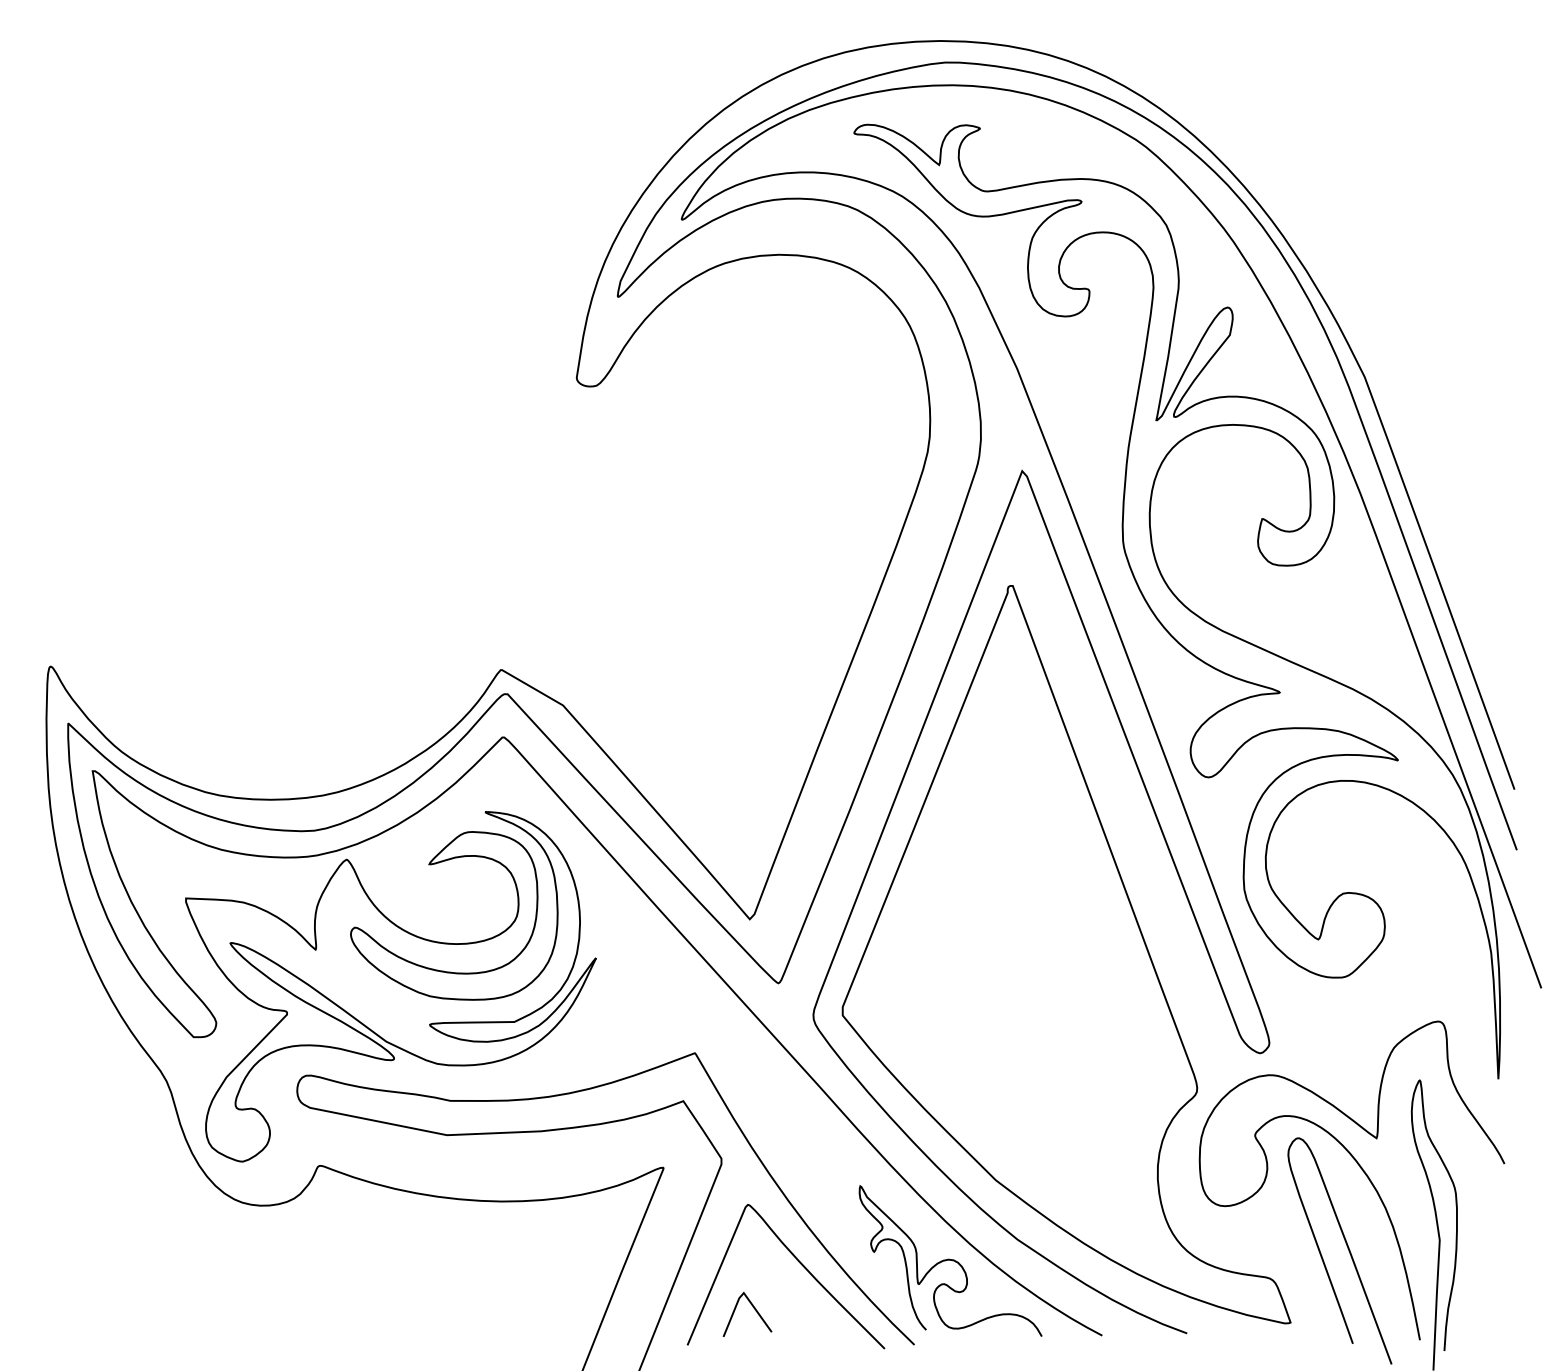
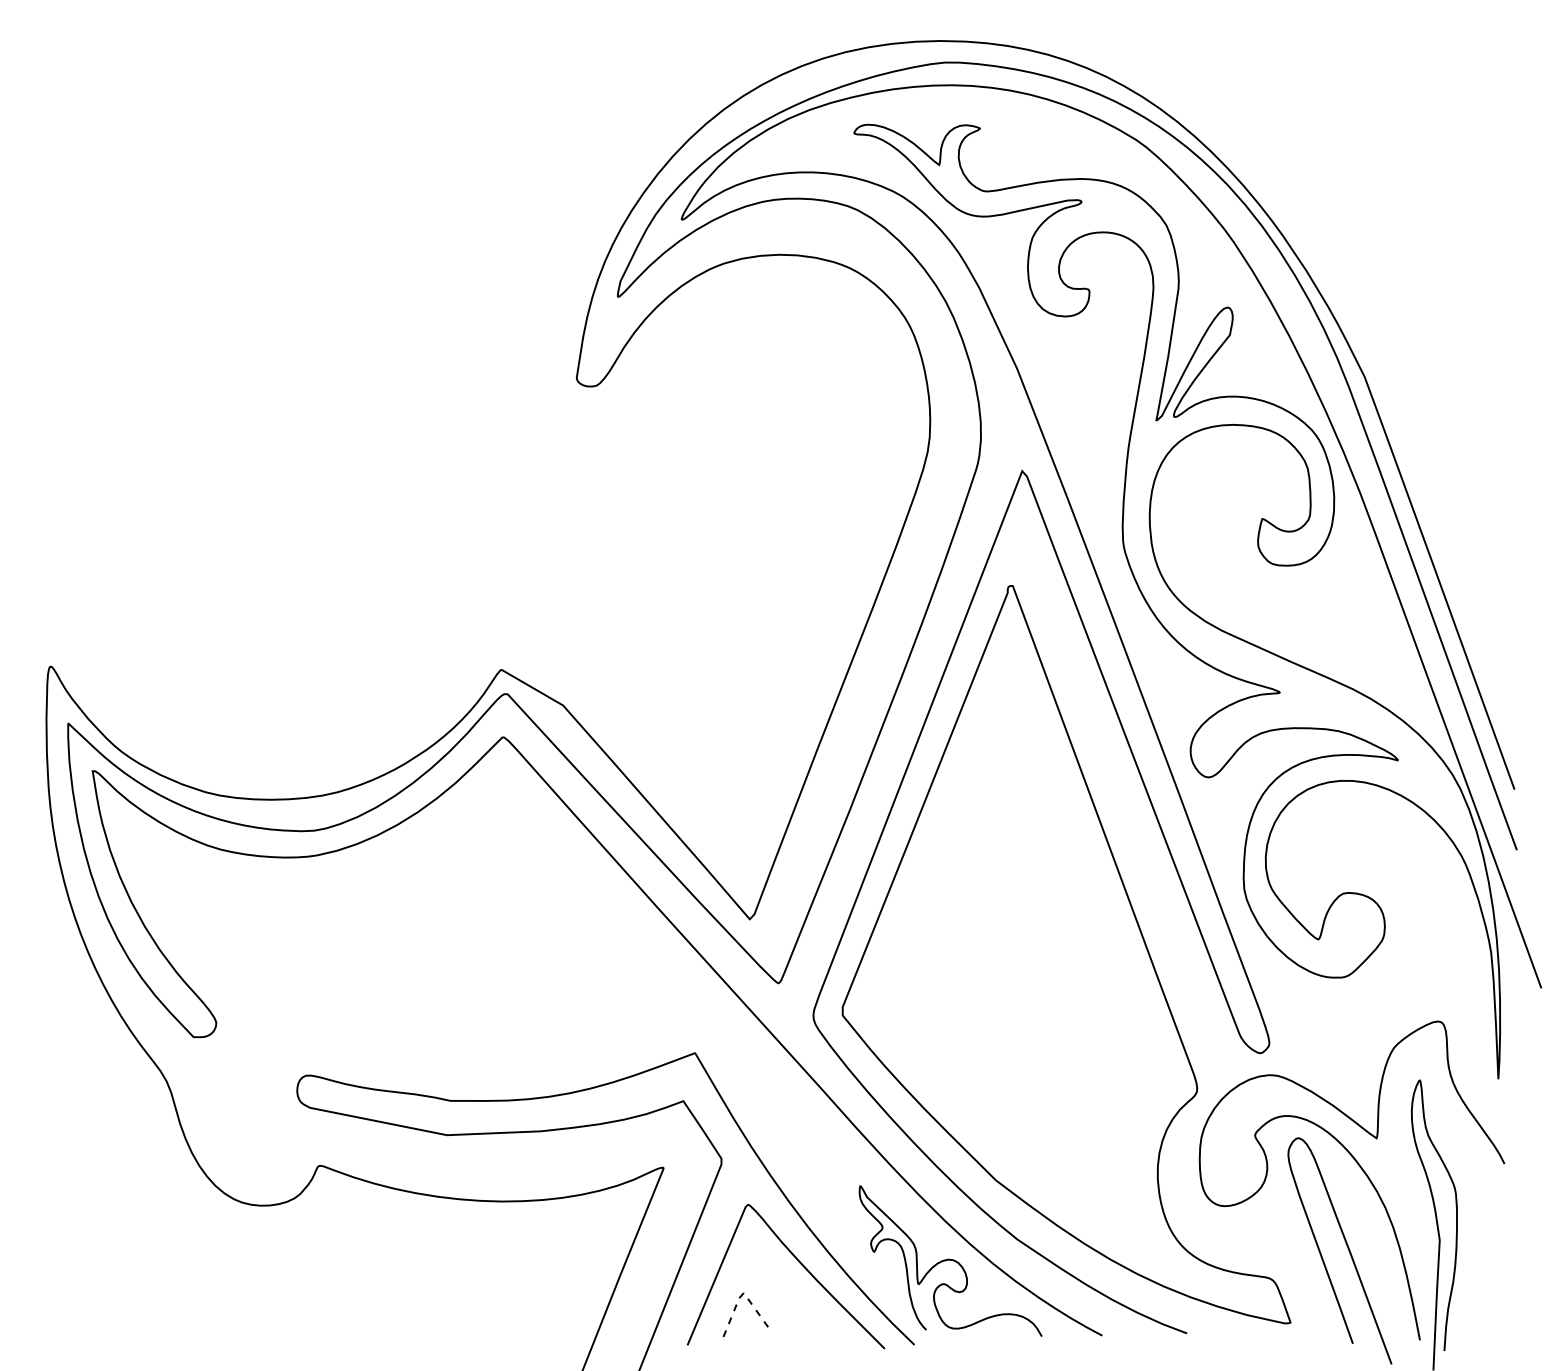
part at (390, 986): present -> none
line at (743, 1293): solid -> dashed
